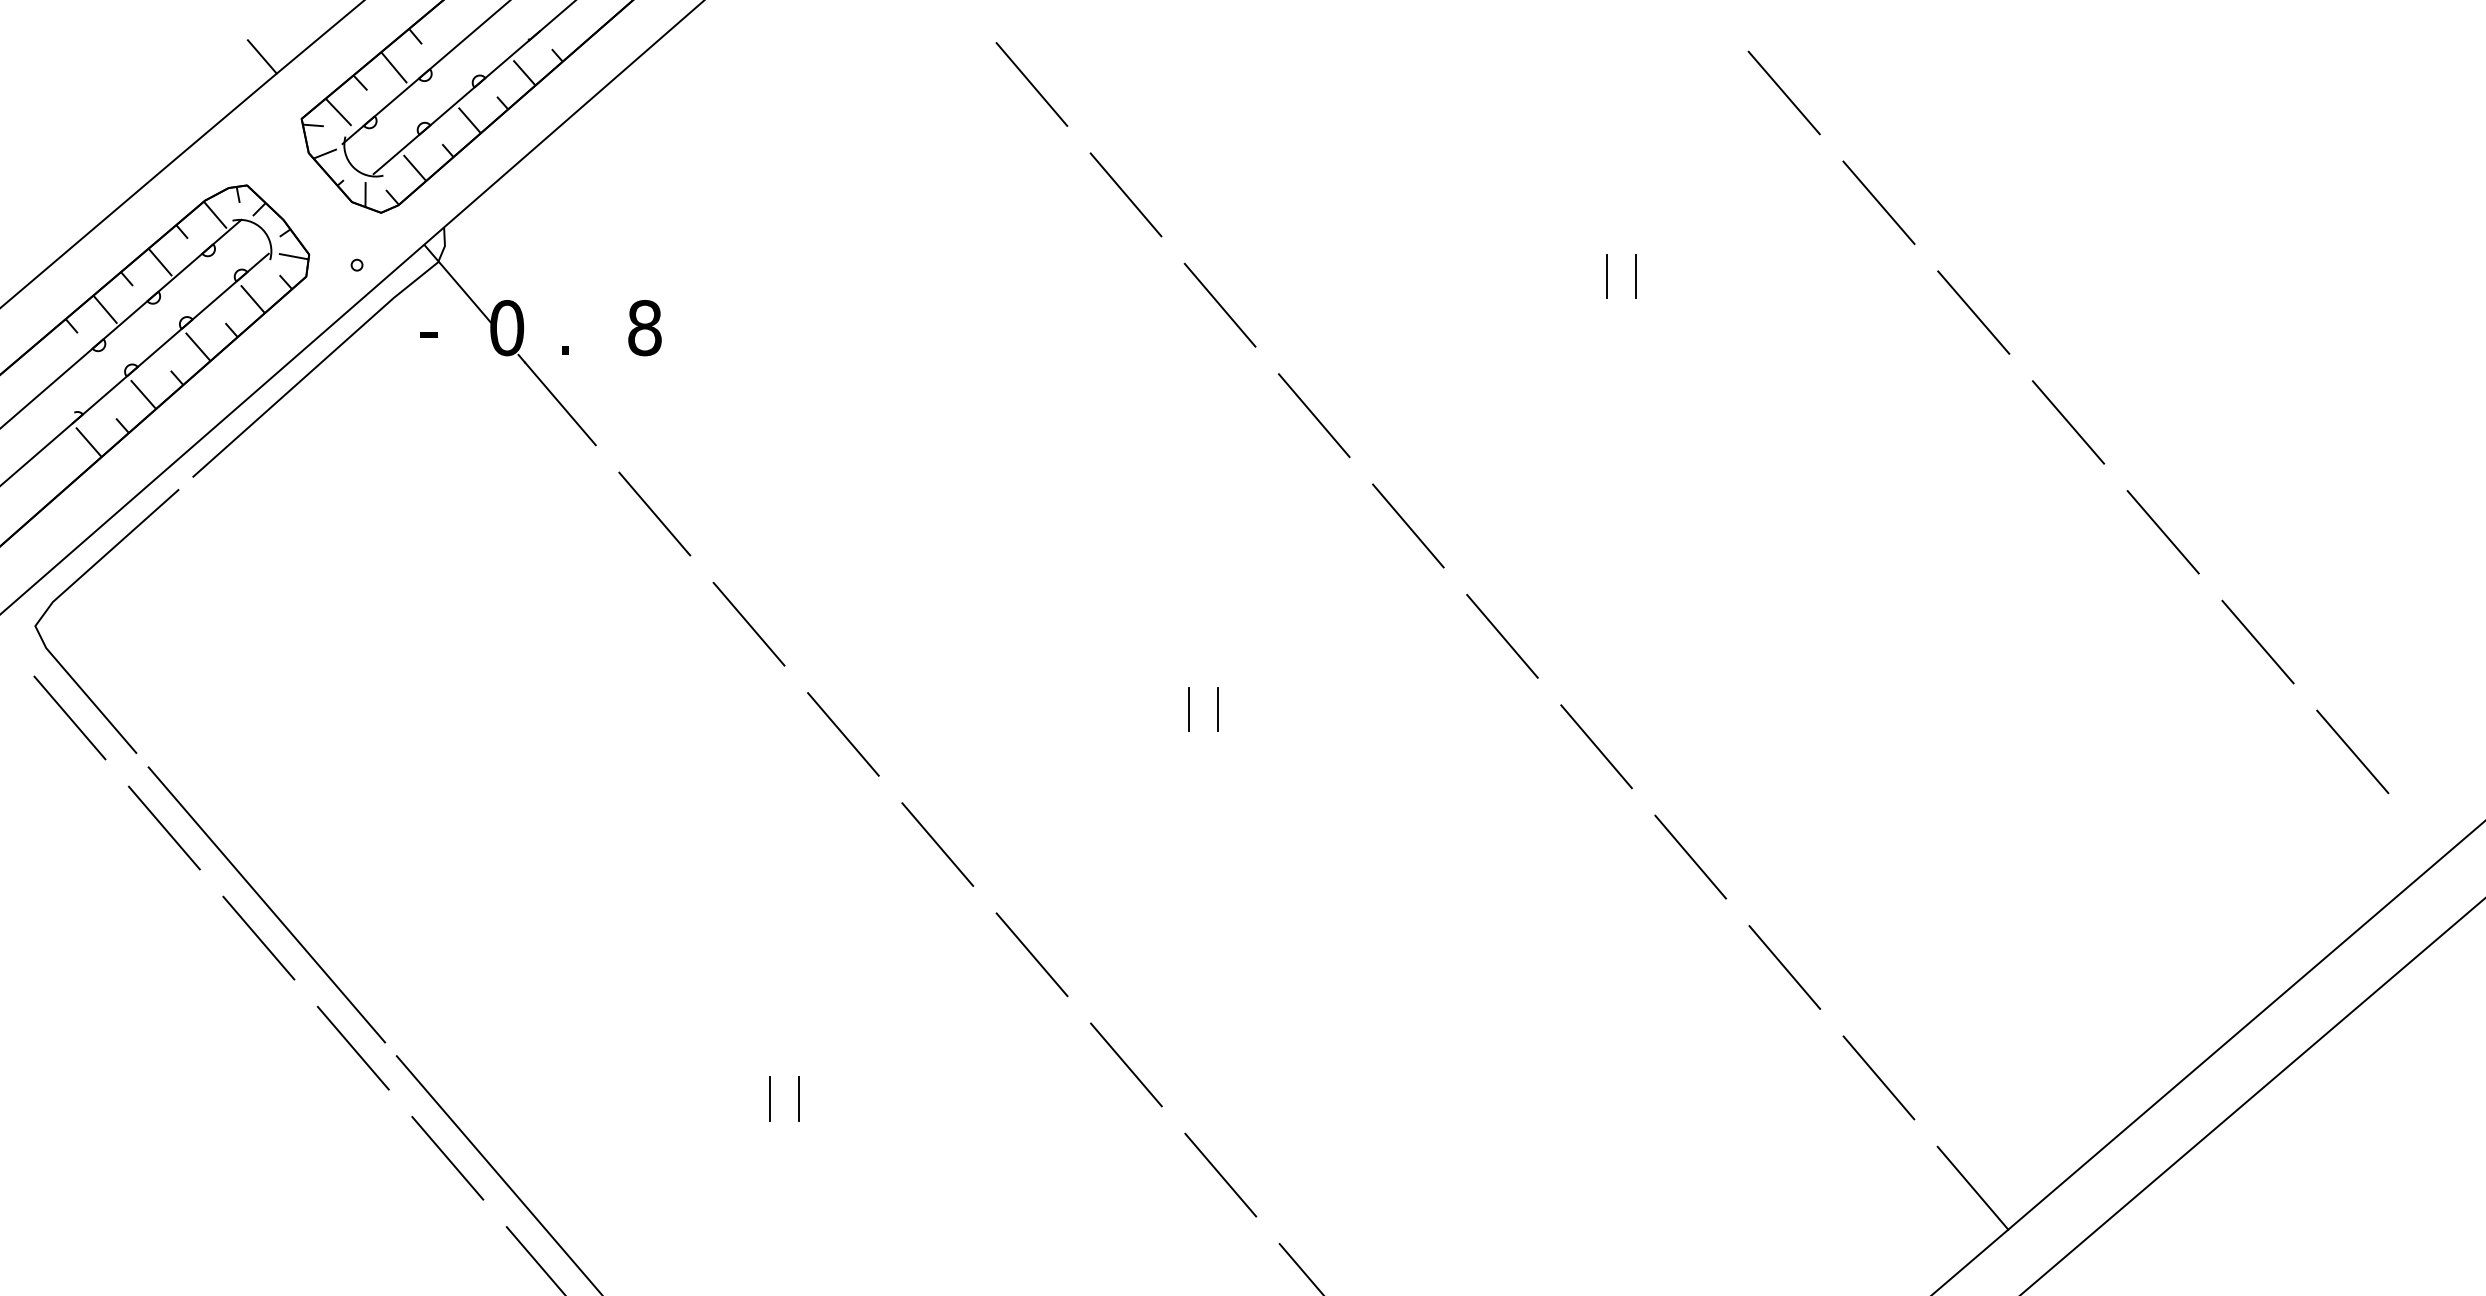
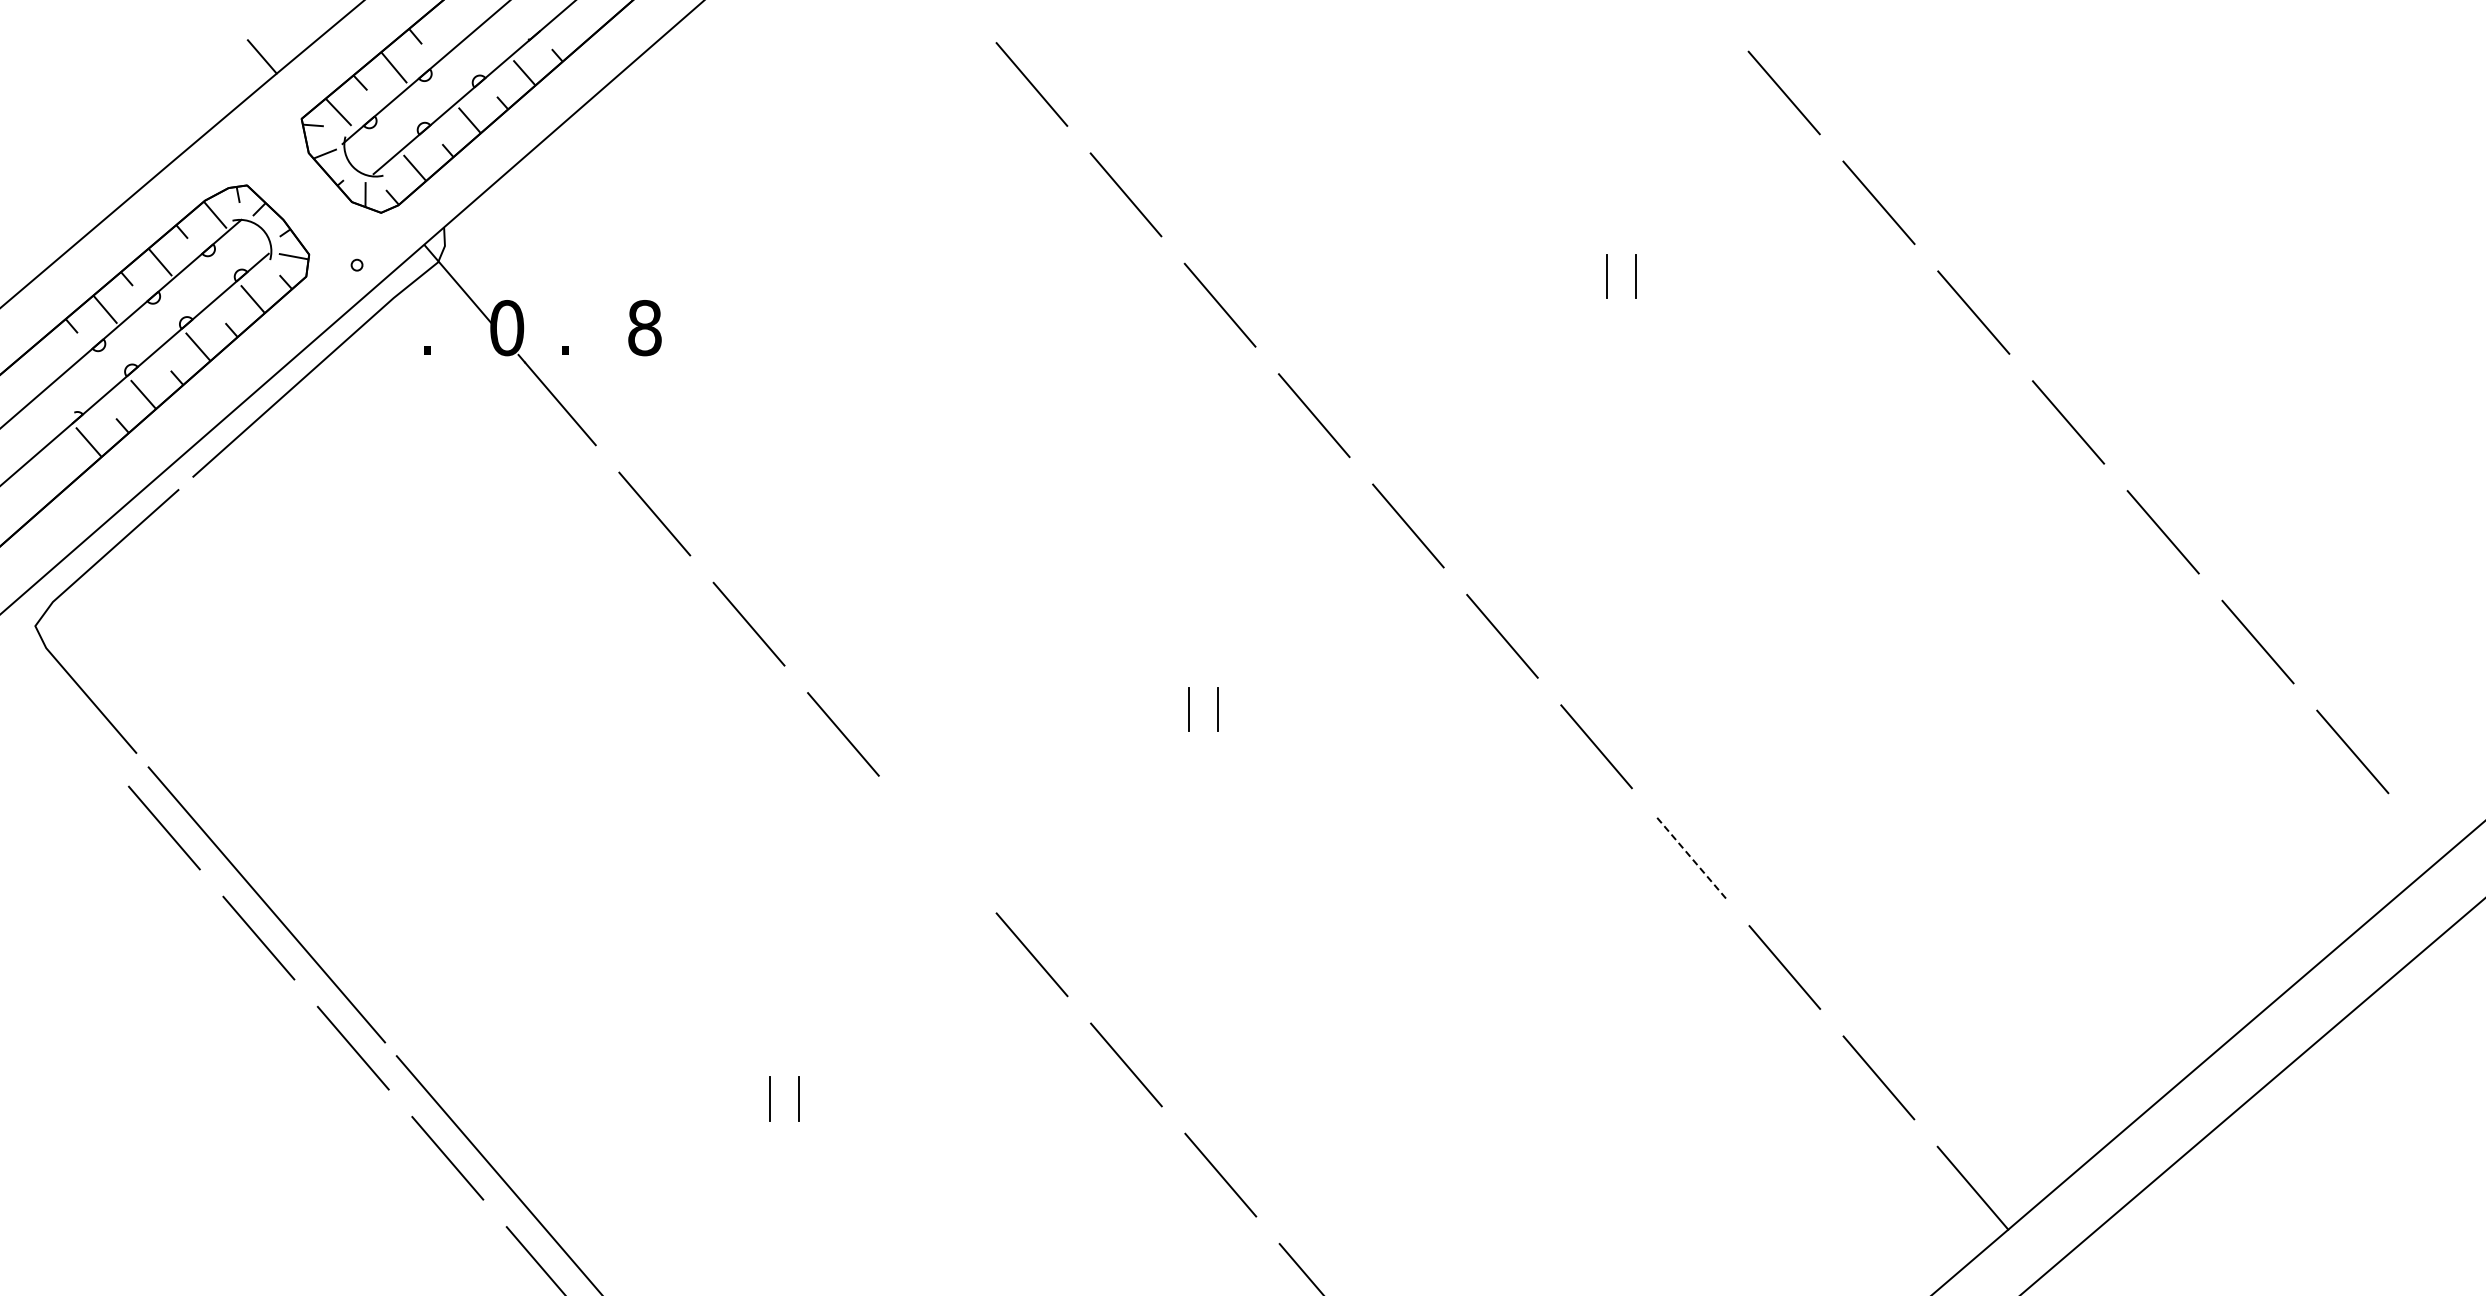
text at (428, 343): - -> .
line at (69, 717): present -> none
line at (937, 844): present -> none
line at (1690, 856): solid -> dashed
